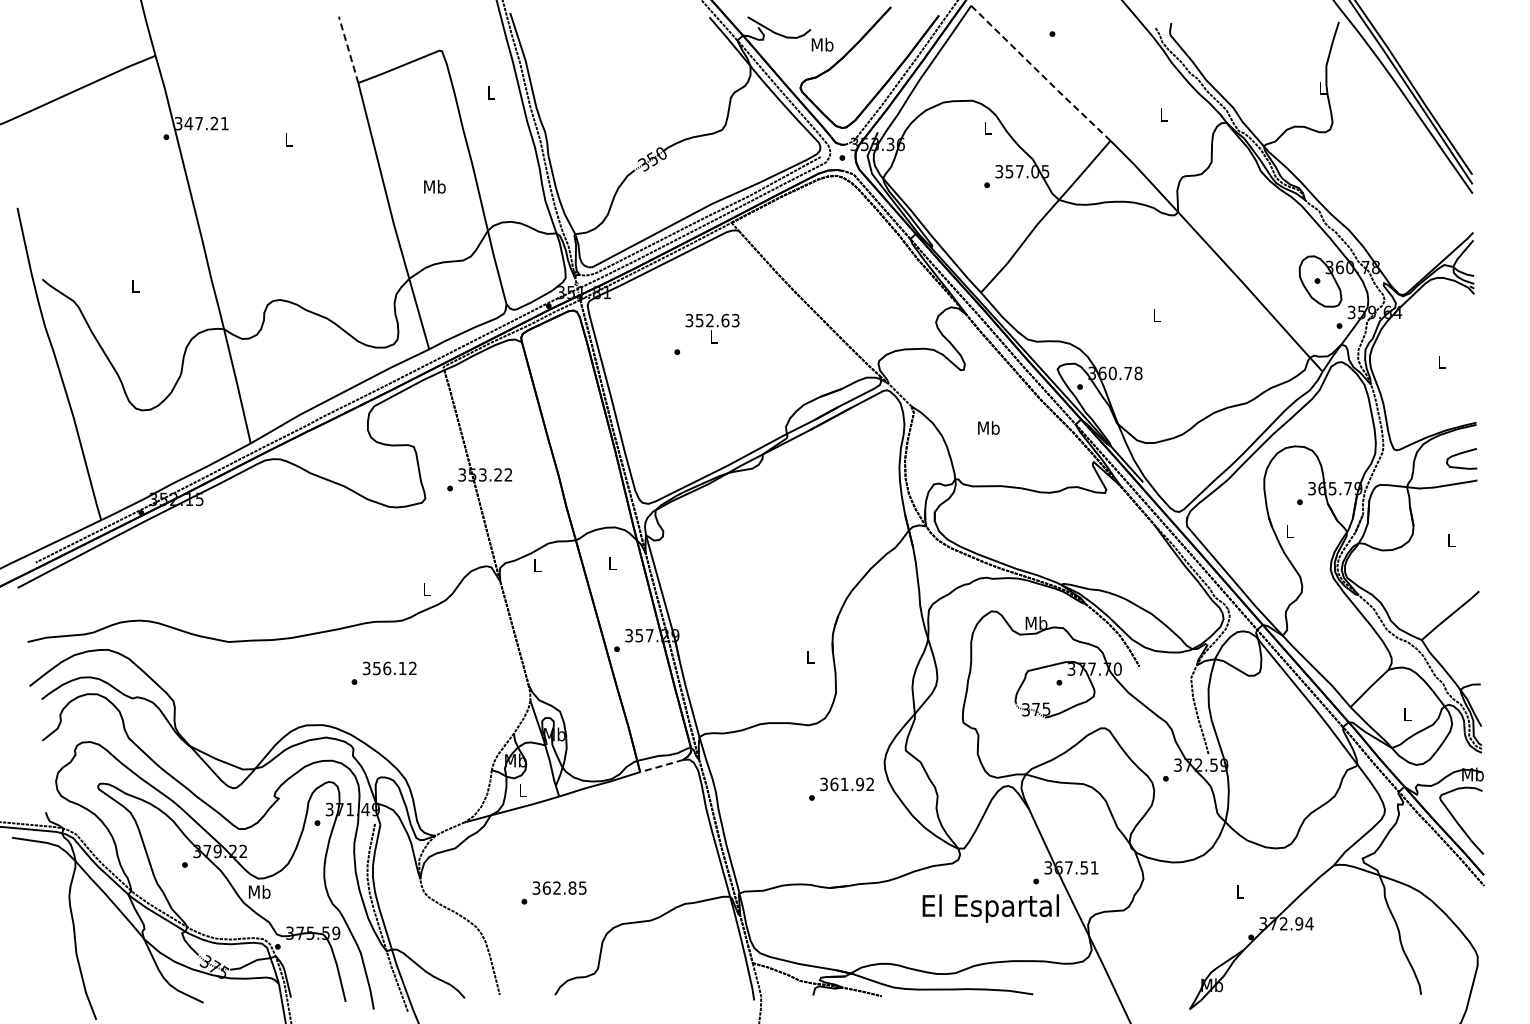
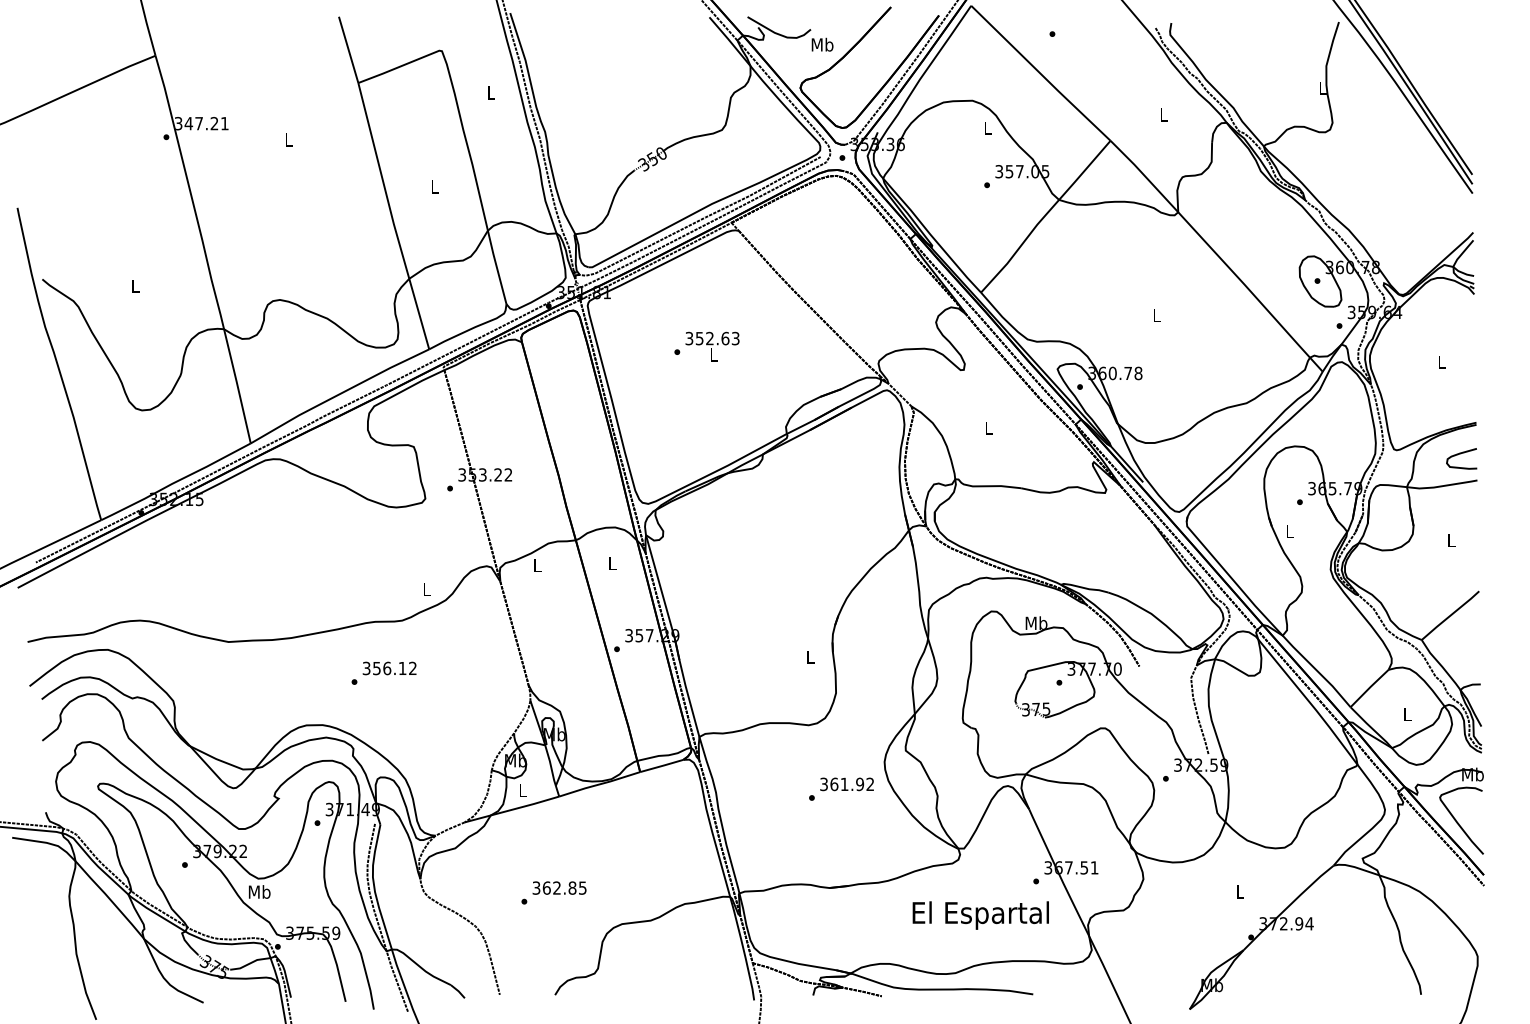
line at (348, 49): dashed -> solid
line at (1040, 73): dashed -> solid
text at (434, 186): Mb -> L
text at (712, 328) position: (712, 328) -> (712, 346)
text at (988, 427): Mb -> L
line at (662, 765): dashed -> solid
text at (990, 908) position: (990, 908) -> (980, 915)
